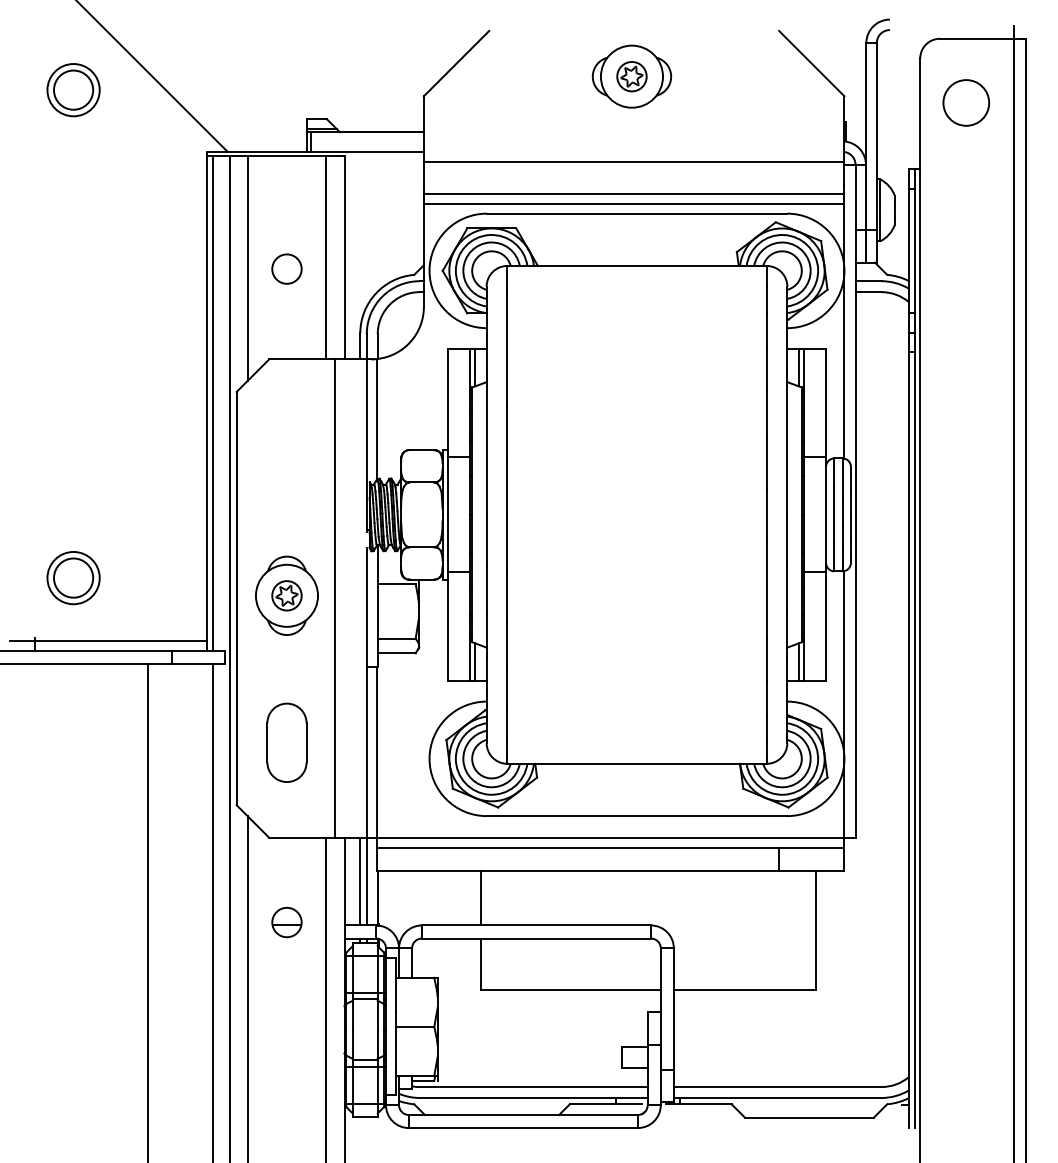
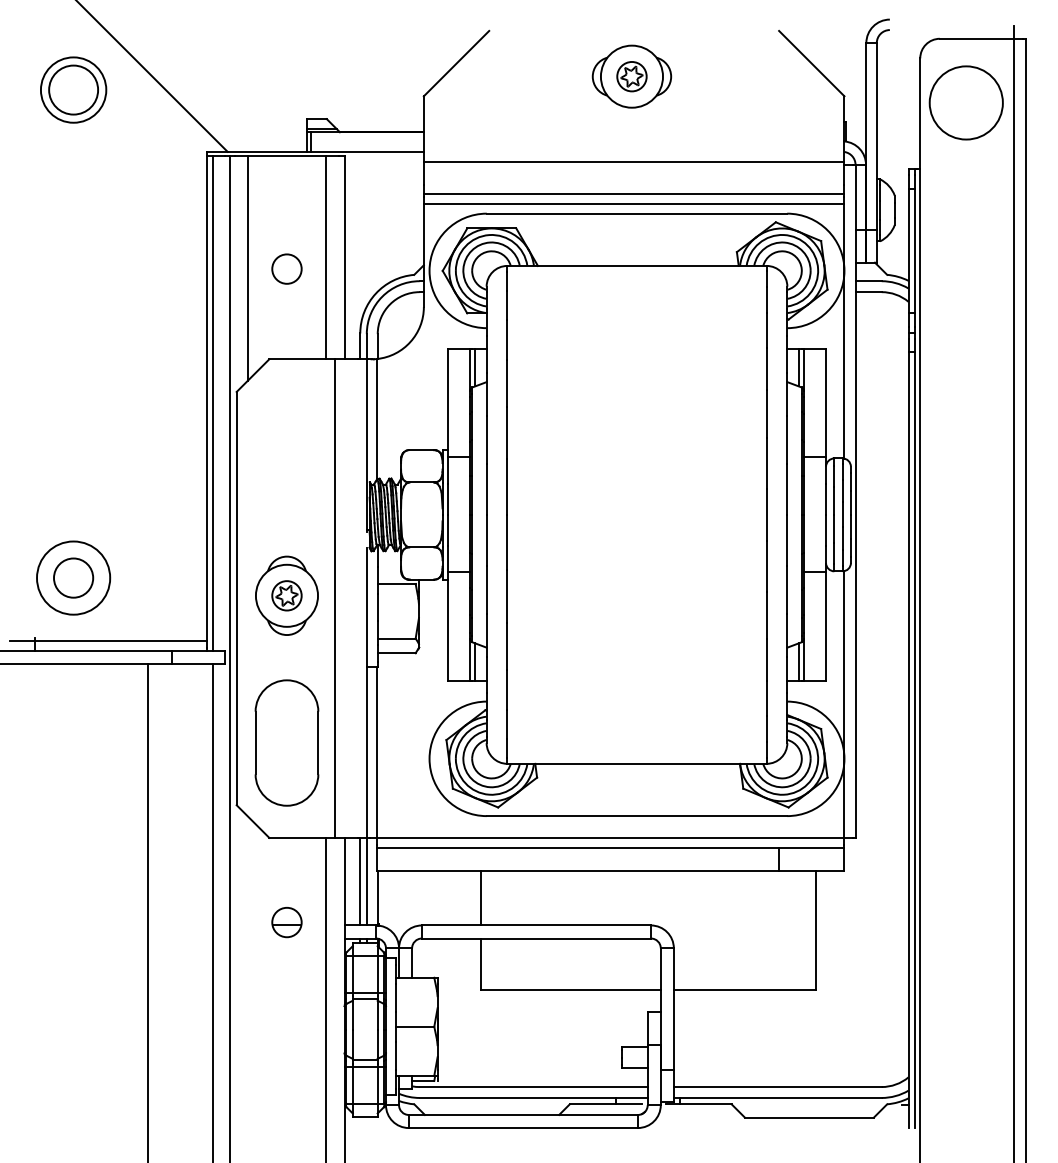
part at (73, 90) size: 55x55 px -> 68x68 px
circle at (966, 102) diameter: 46 px -> 73 px
circle at (73, 577) diameter: 52 px -> 73 px
part at (286, 742) size: 42x81 px -> 66x128 px
line at (247, 987): present -> none
